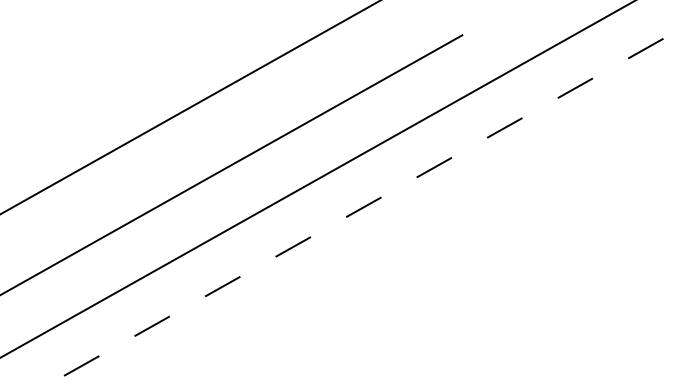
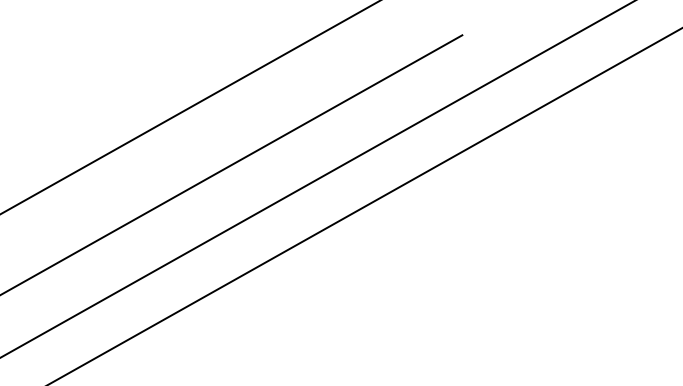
line at (365, 206): dashed -> solid
